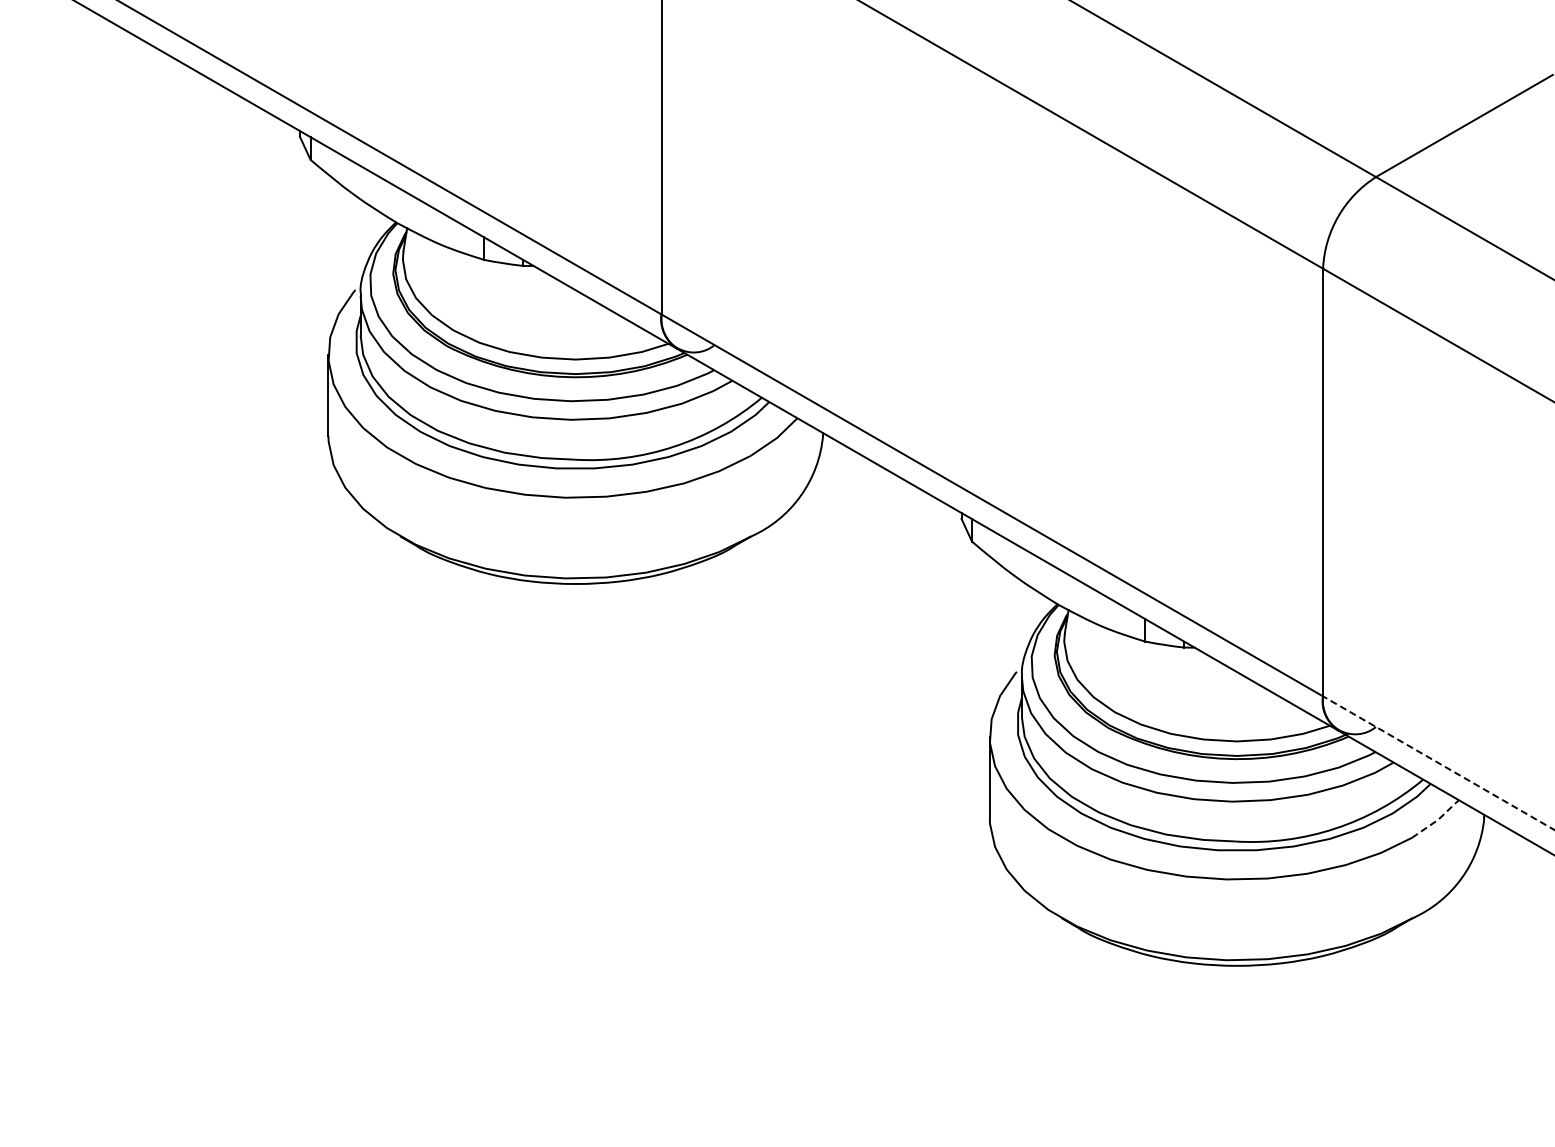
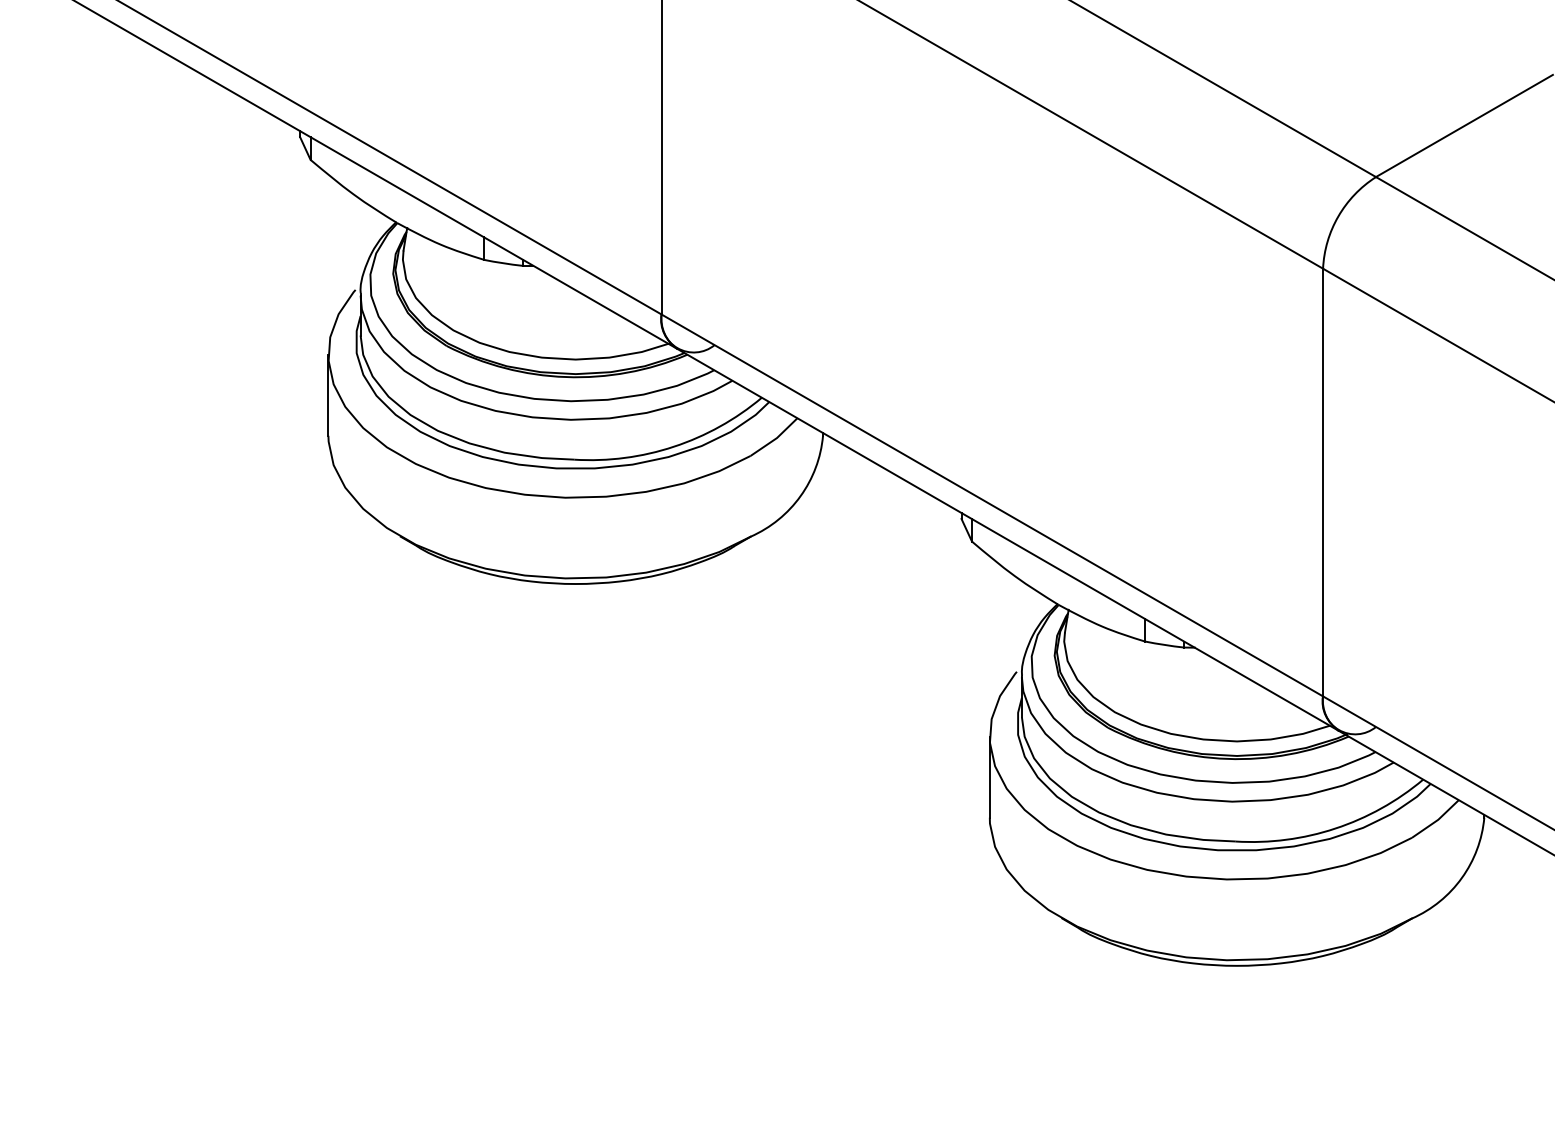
line at (1438, 762): dashed -> solid
line at (1437, 820): dashed -> solid
